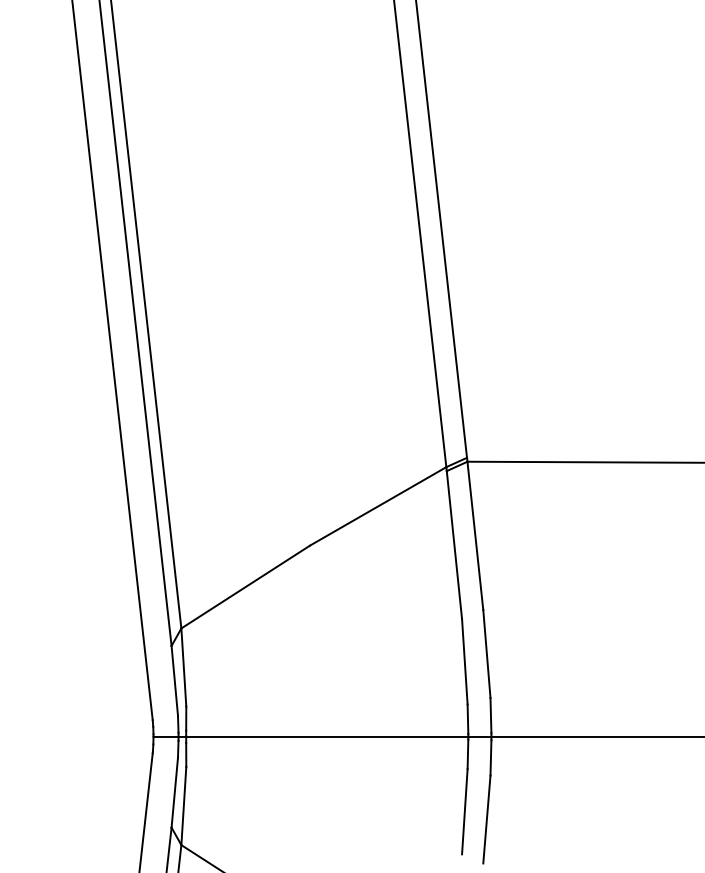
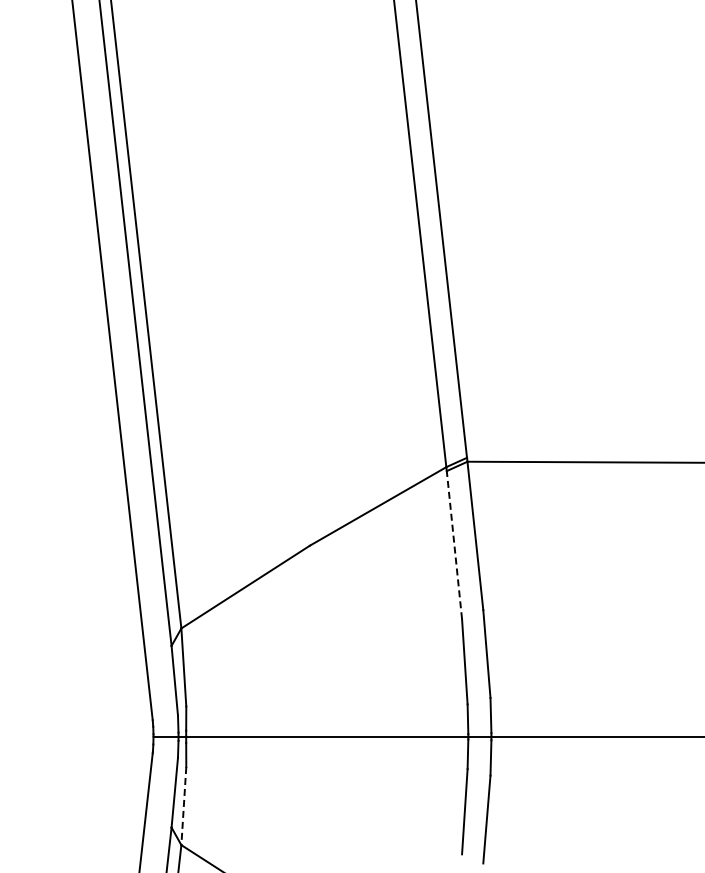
line at (454, 544): solid -> dashed
line at (183, 806): solid -> dashed
